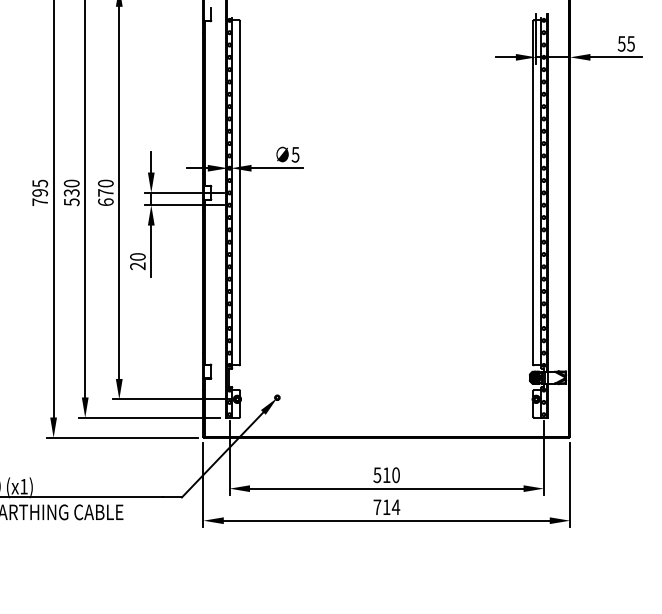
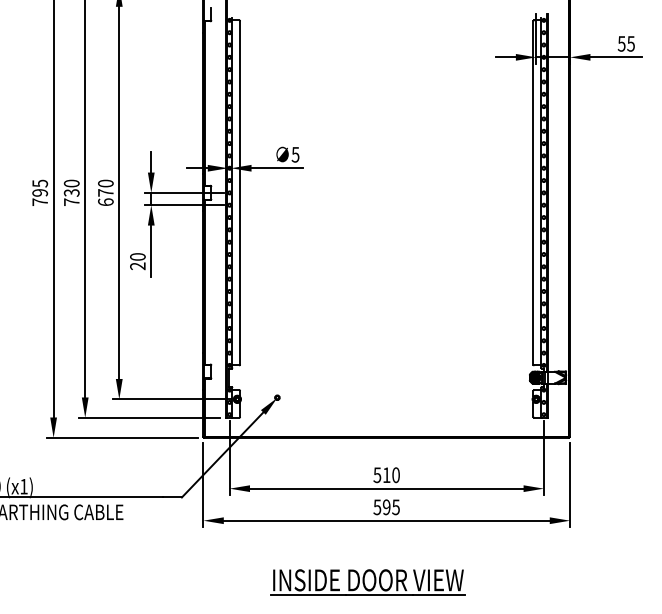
text at (71, 202): 530 -> 730
text at (386, 507): 714 -> 595
part at (367, 582): none -> present
